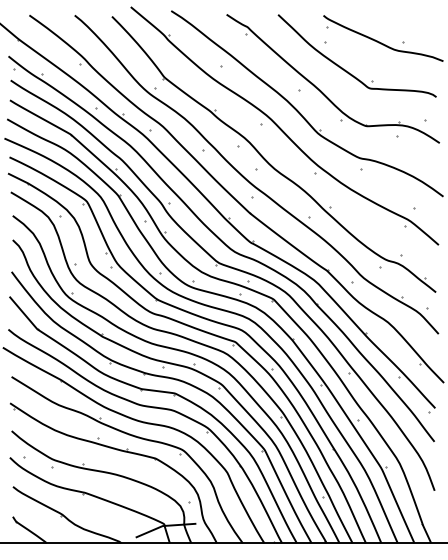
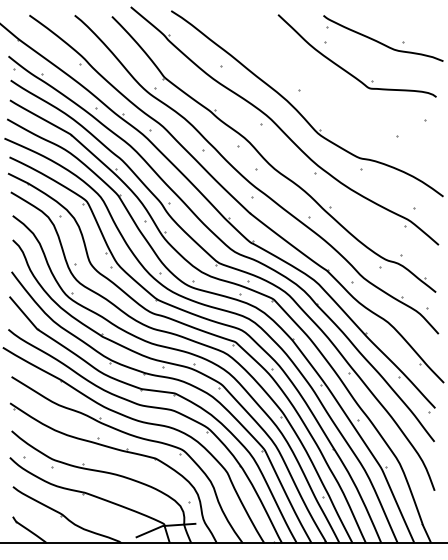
part at (320, 89): present -> none
